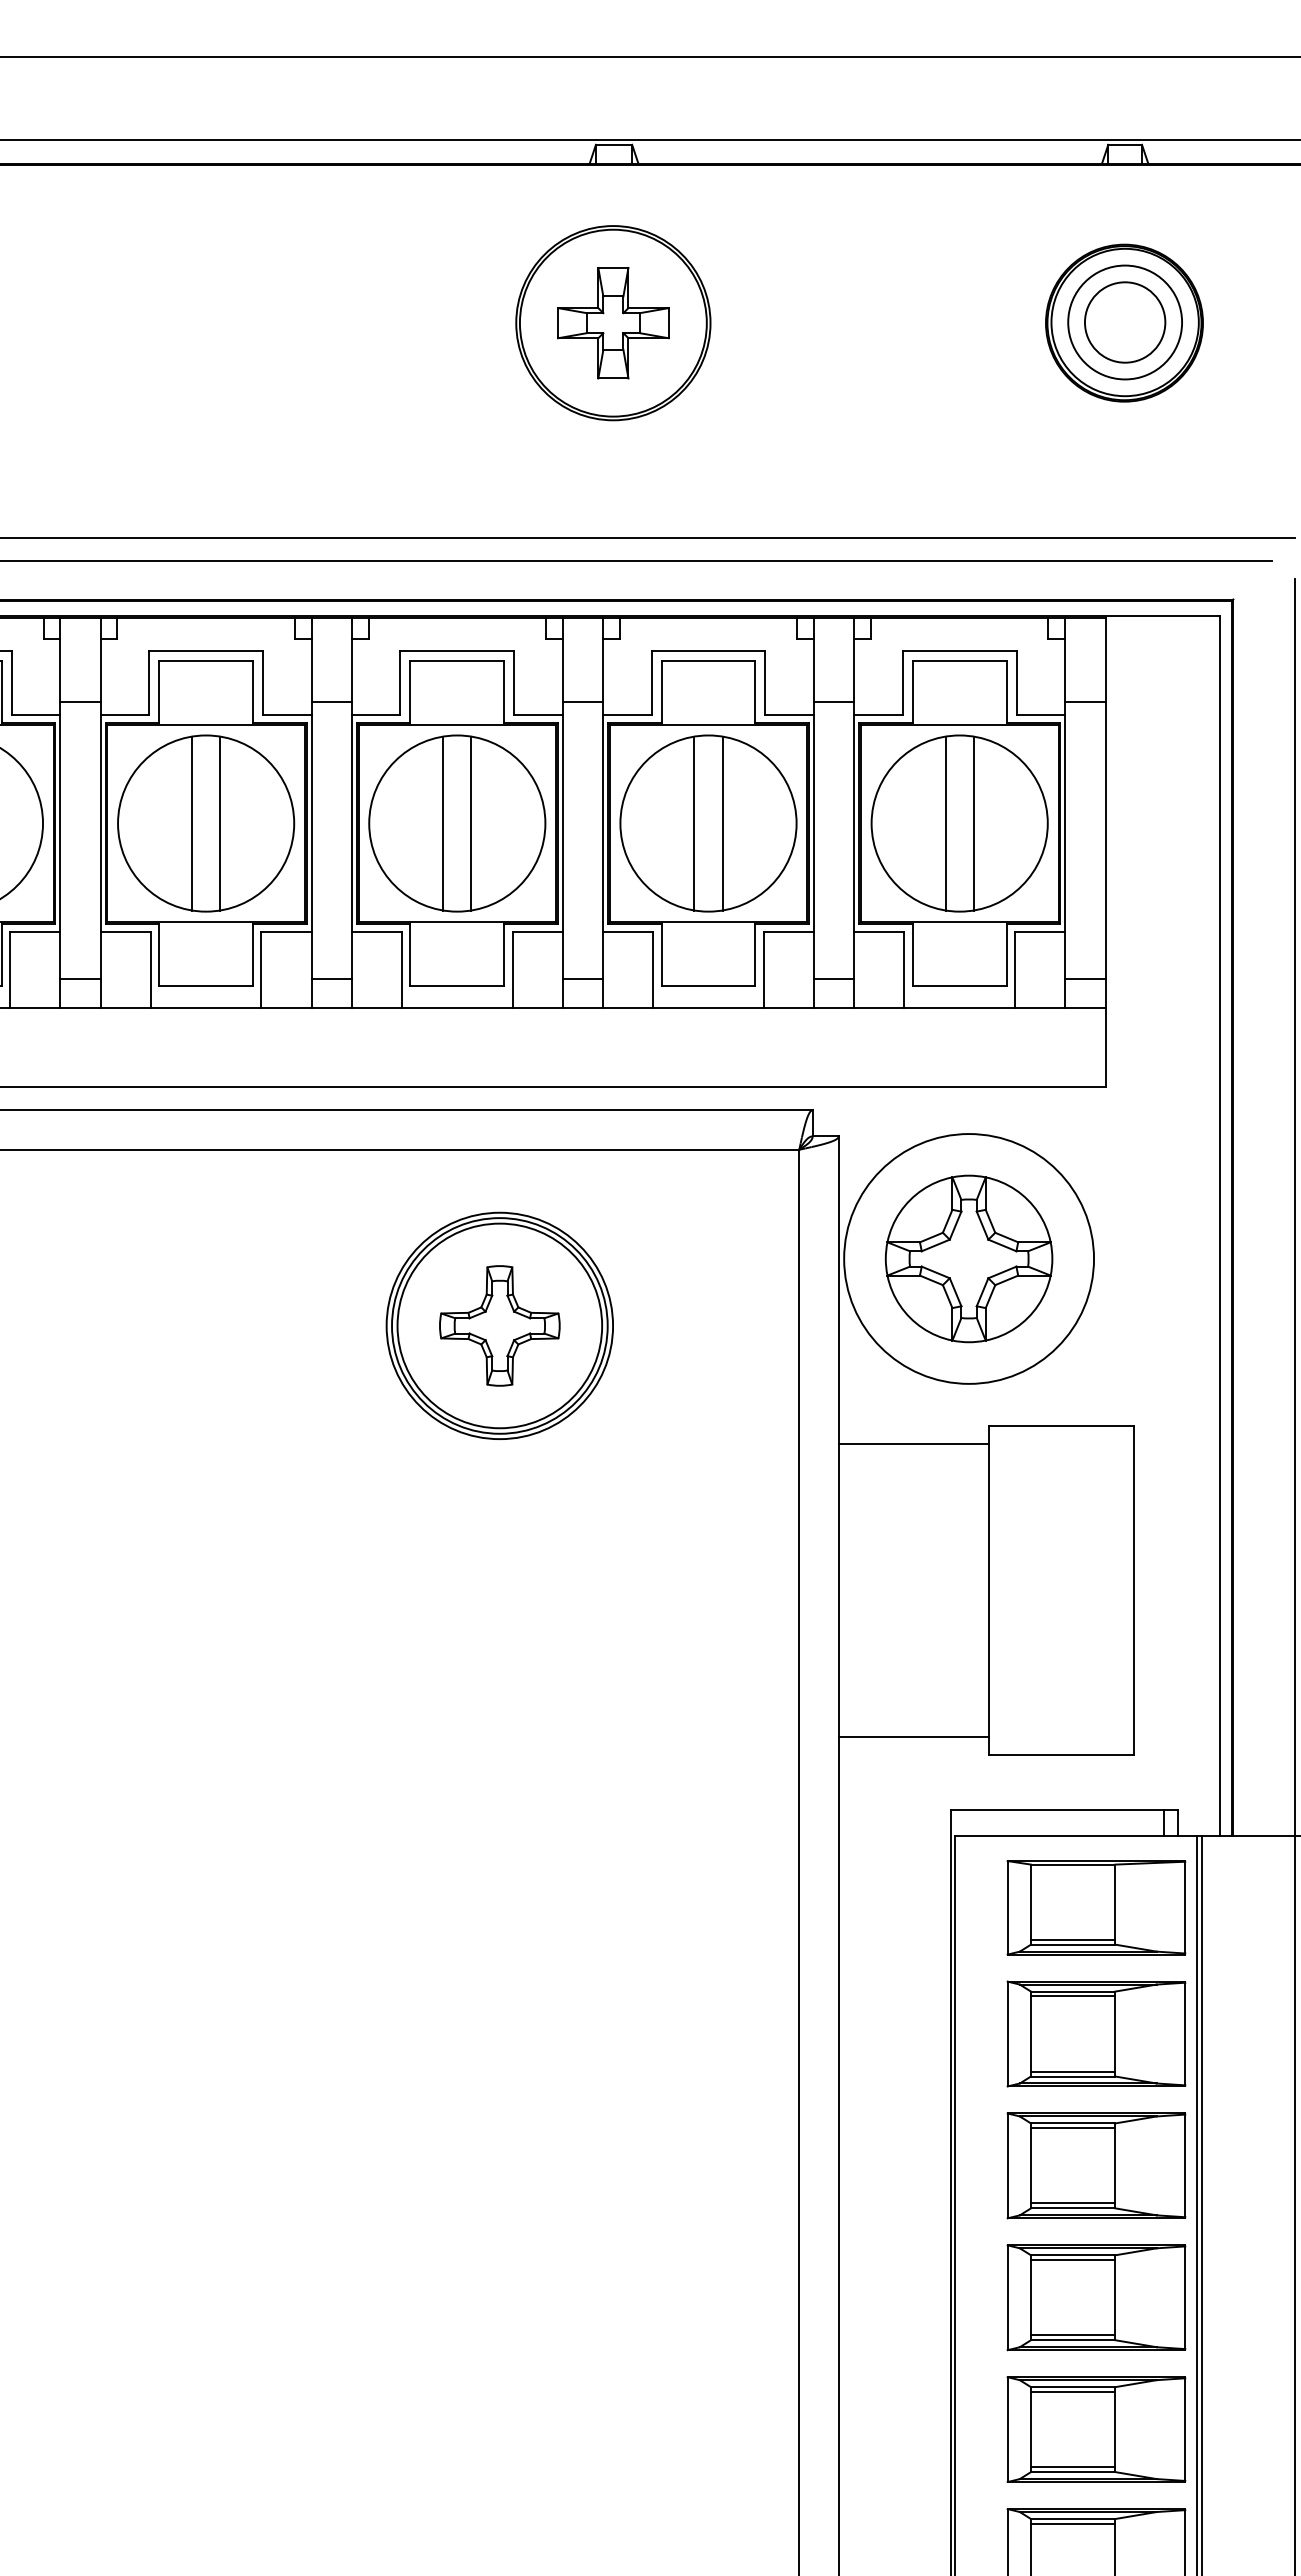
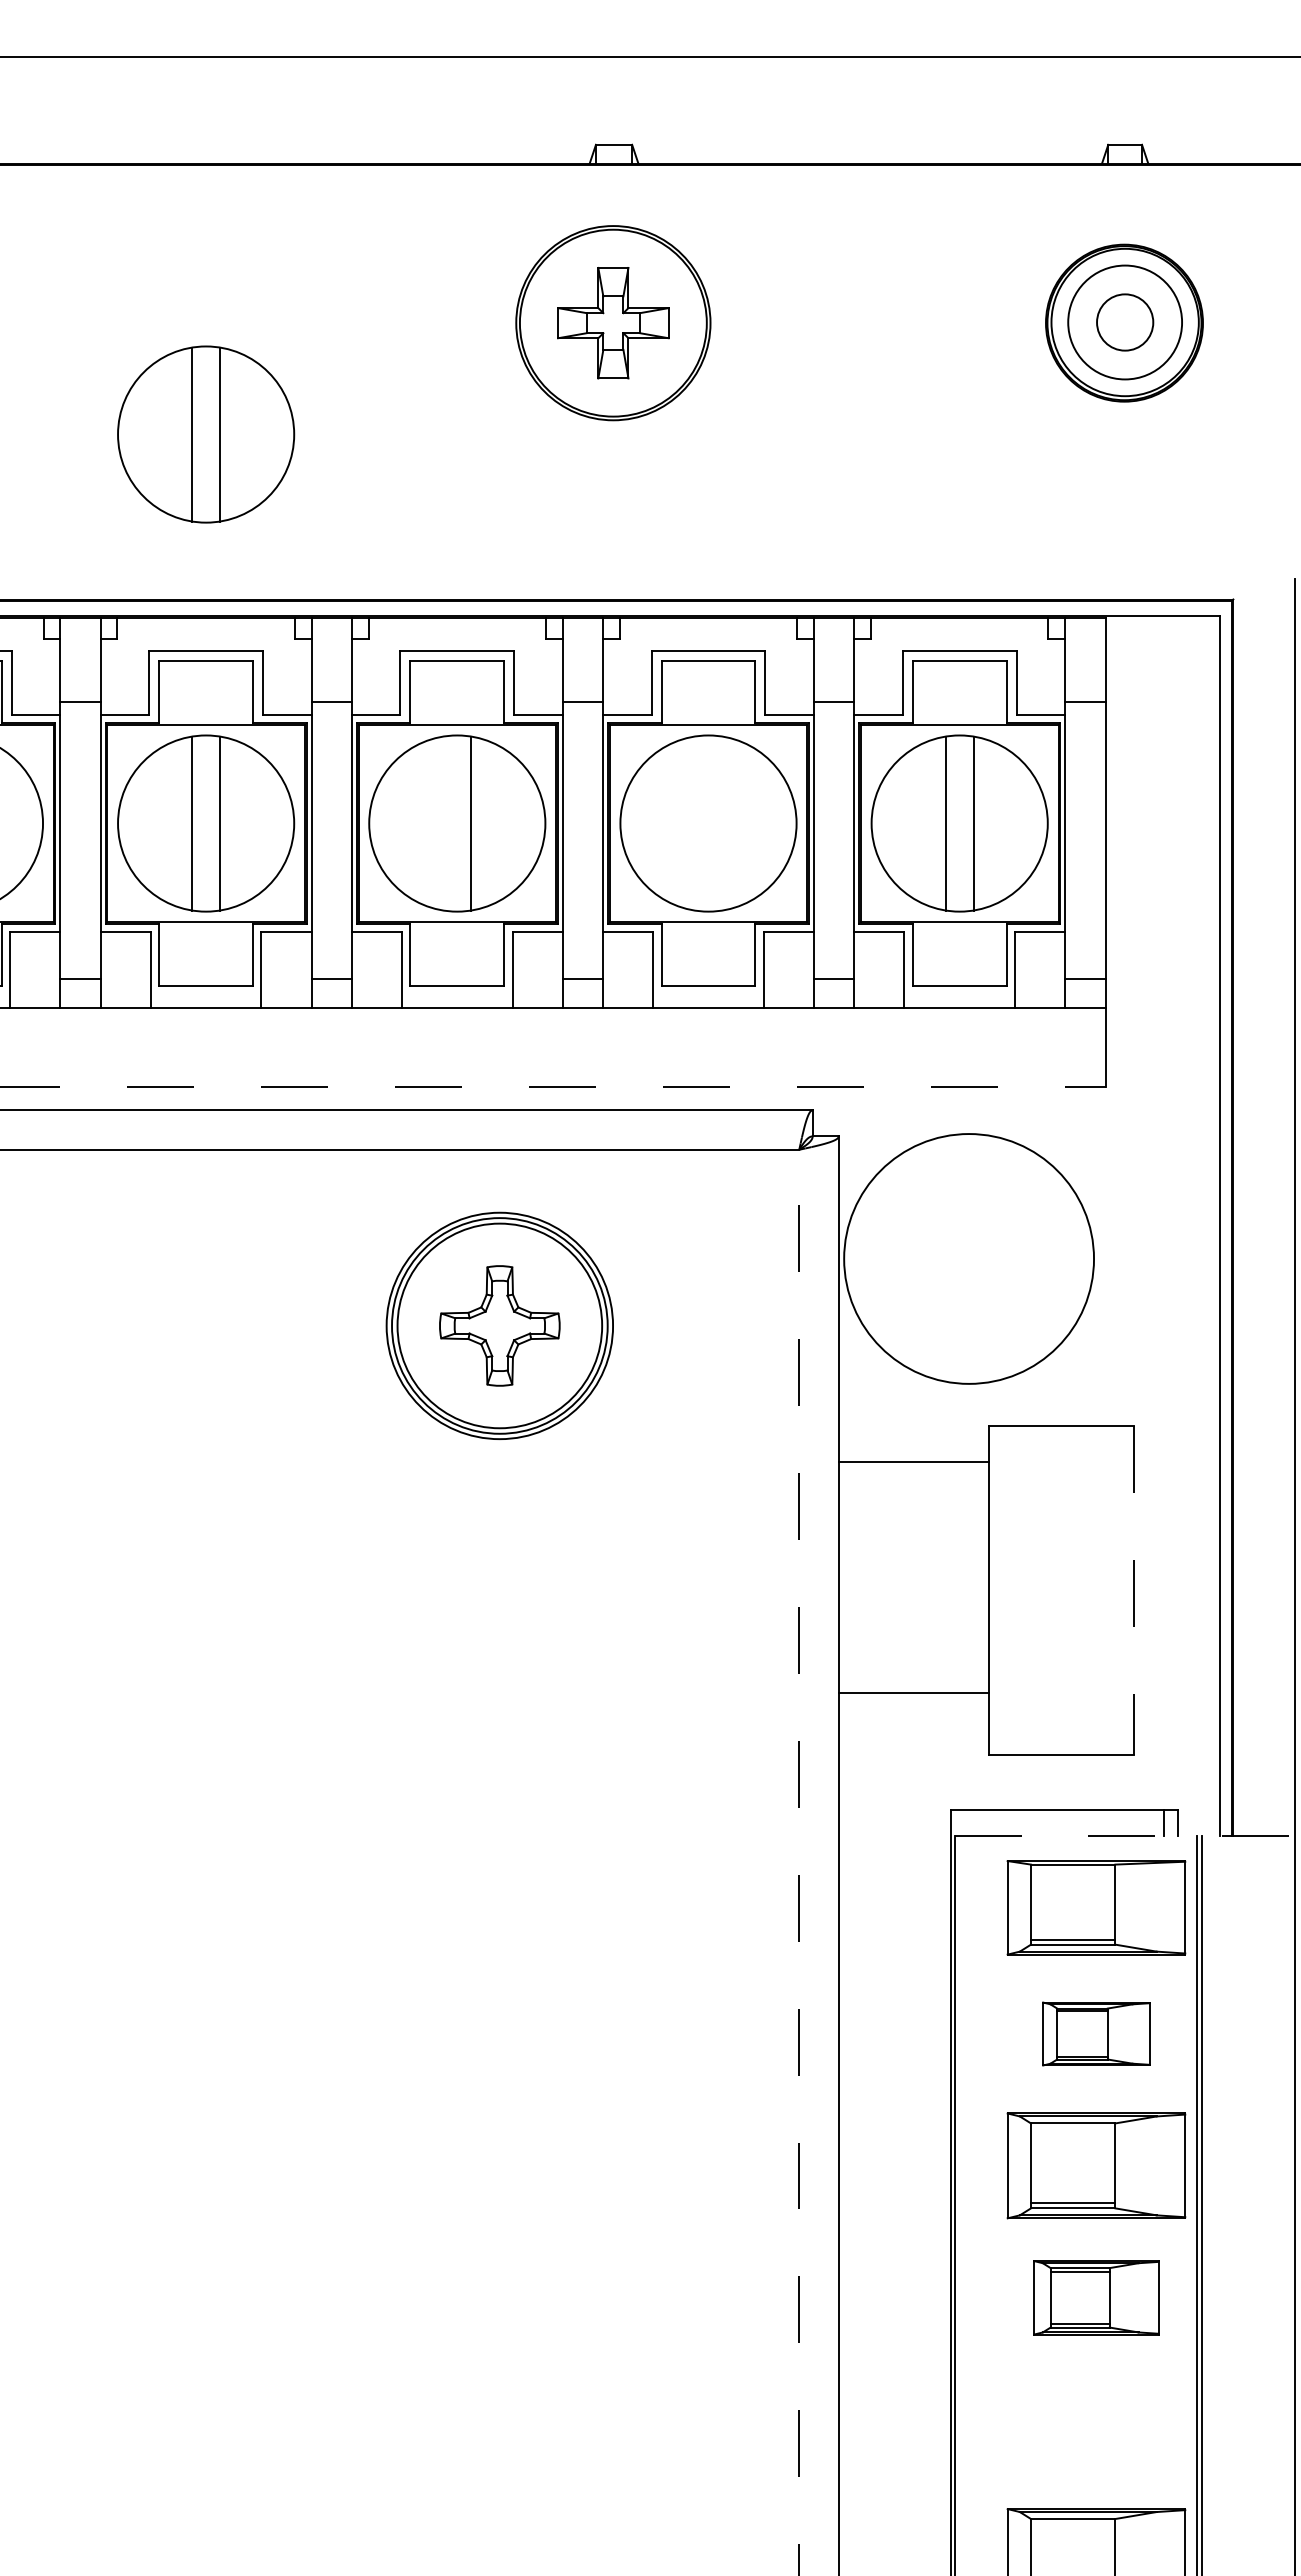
line at (649, 140): present -> none
circle at (1124, 322) diameter: 80 px -> 56 px
part at (206, 434): none -> present
line at (648, 537): present -> none
line at (636, 561): present -> none
line at (443, 823): present -> none
line at (694, 823): present -> none
line at (722, 823): present -> none
line at (553, 1086): solid -> dashed
part at (968, 1258): present -> none
line at (913, 1443) position: (913, 1443) -> (913, 1461)
line at (1133, 1590): solid -> dashed
line at (913, 1737) position: (913, 1737) -> (913, 1693)
line at (1127, 1836): solid -> dashed
line at (799, 1862): solid -> dashed
part at (1096, 2033) size: 181x108 px -> 109x66 px
line at (1072, 2128): present -> none
part at (1096, 2297) size: 181x108 px -> 127x76 px
part at (1096, 2429): present -> none
line at (1072, 2523): present -> none
